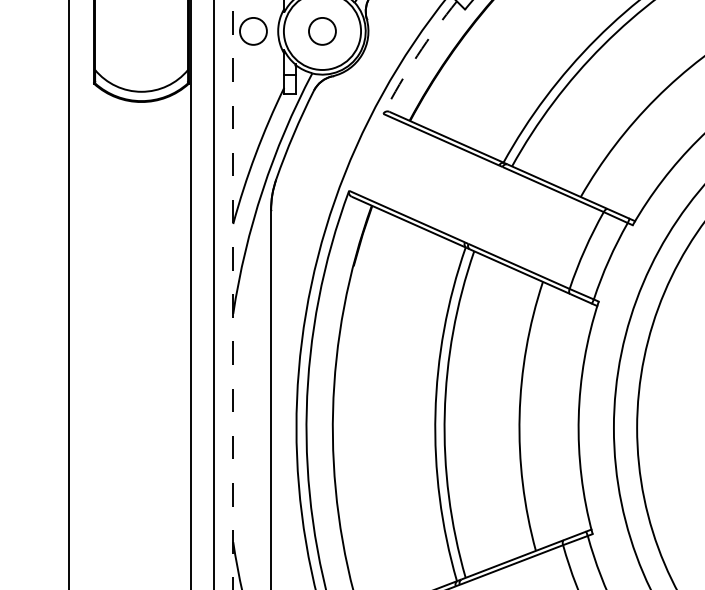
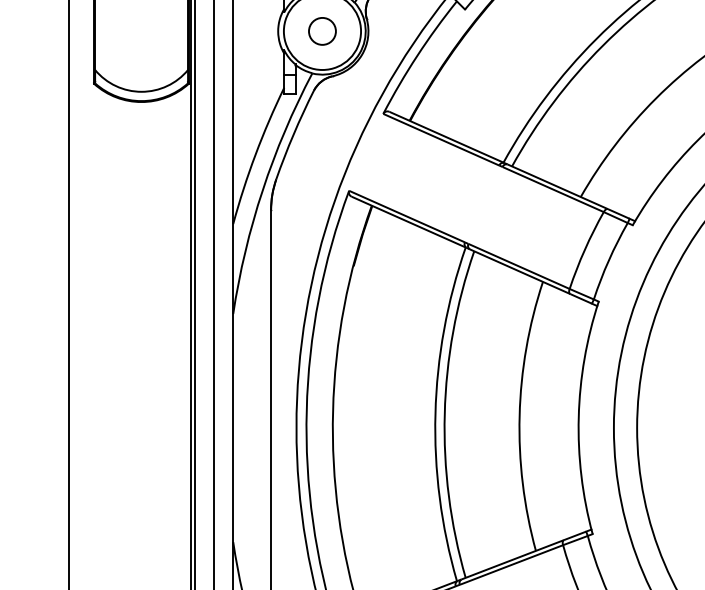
circle at (253, 31): present -> none
arc at (417, 55): dashed -> solid
line at (194, 294): none -> present
line at (233, 294): dashed -> solid
